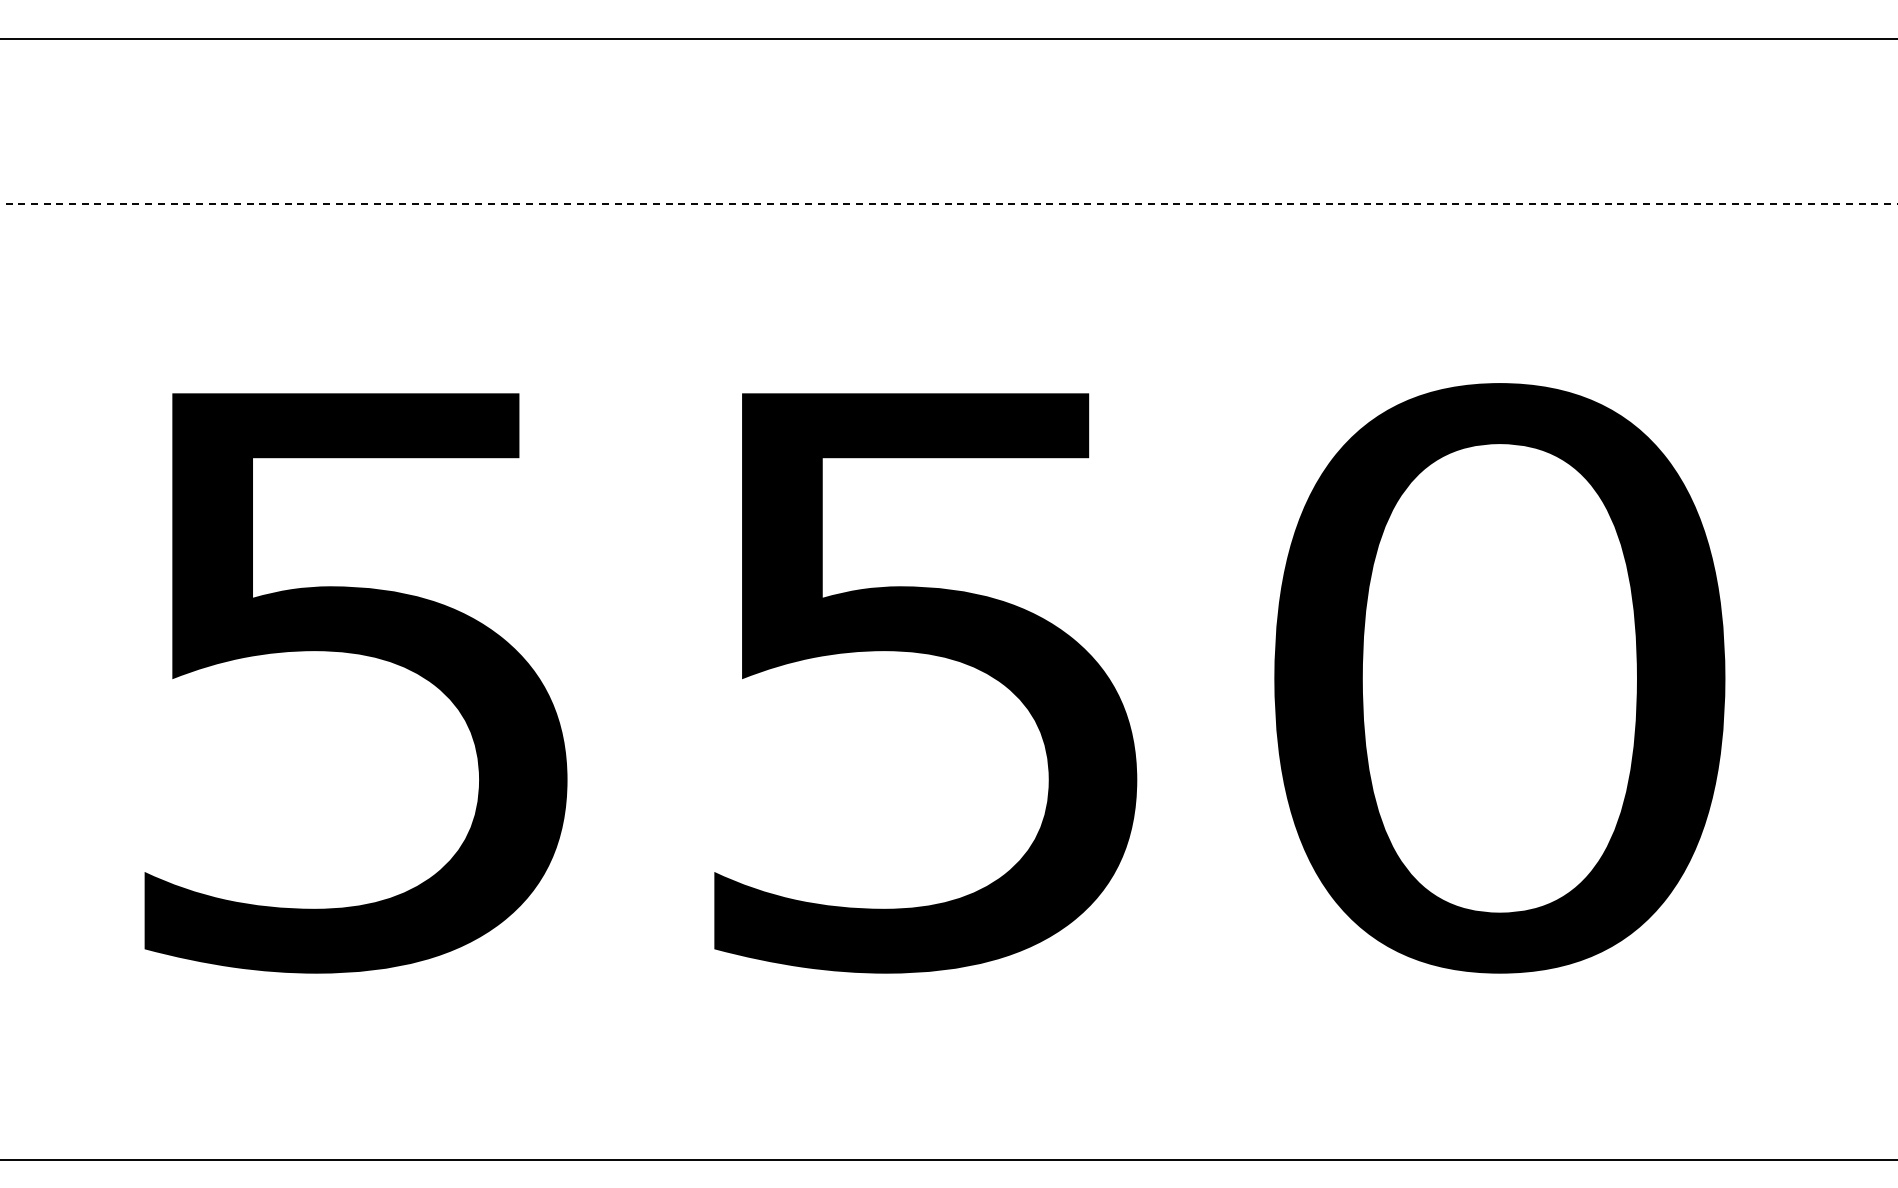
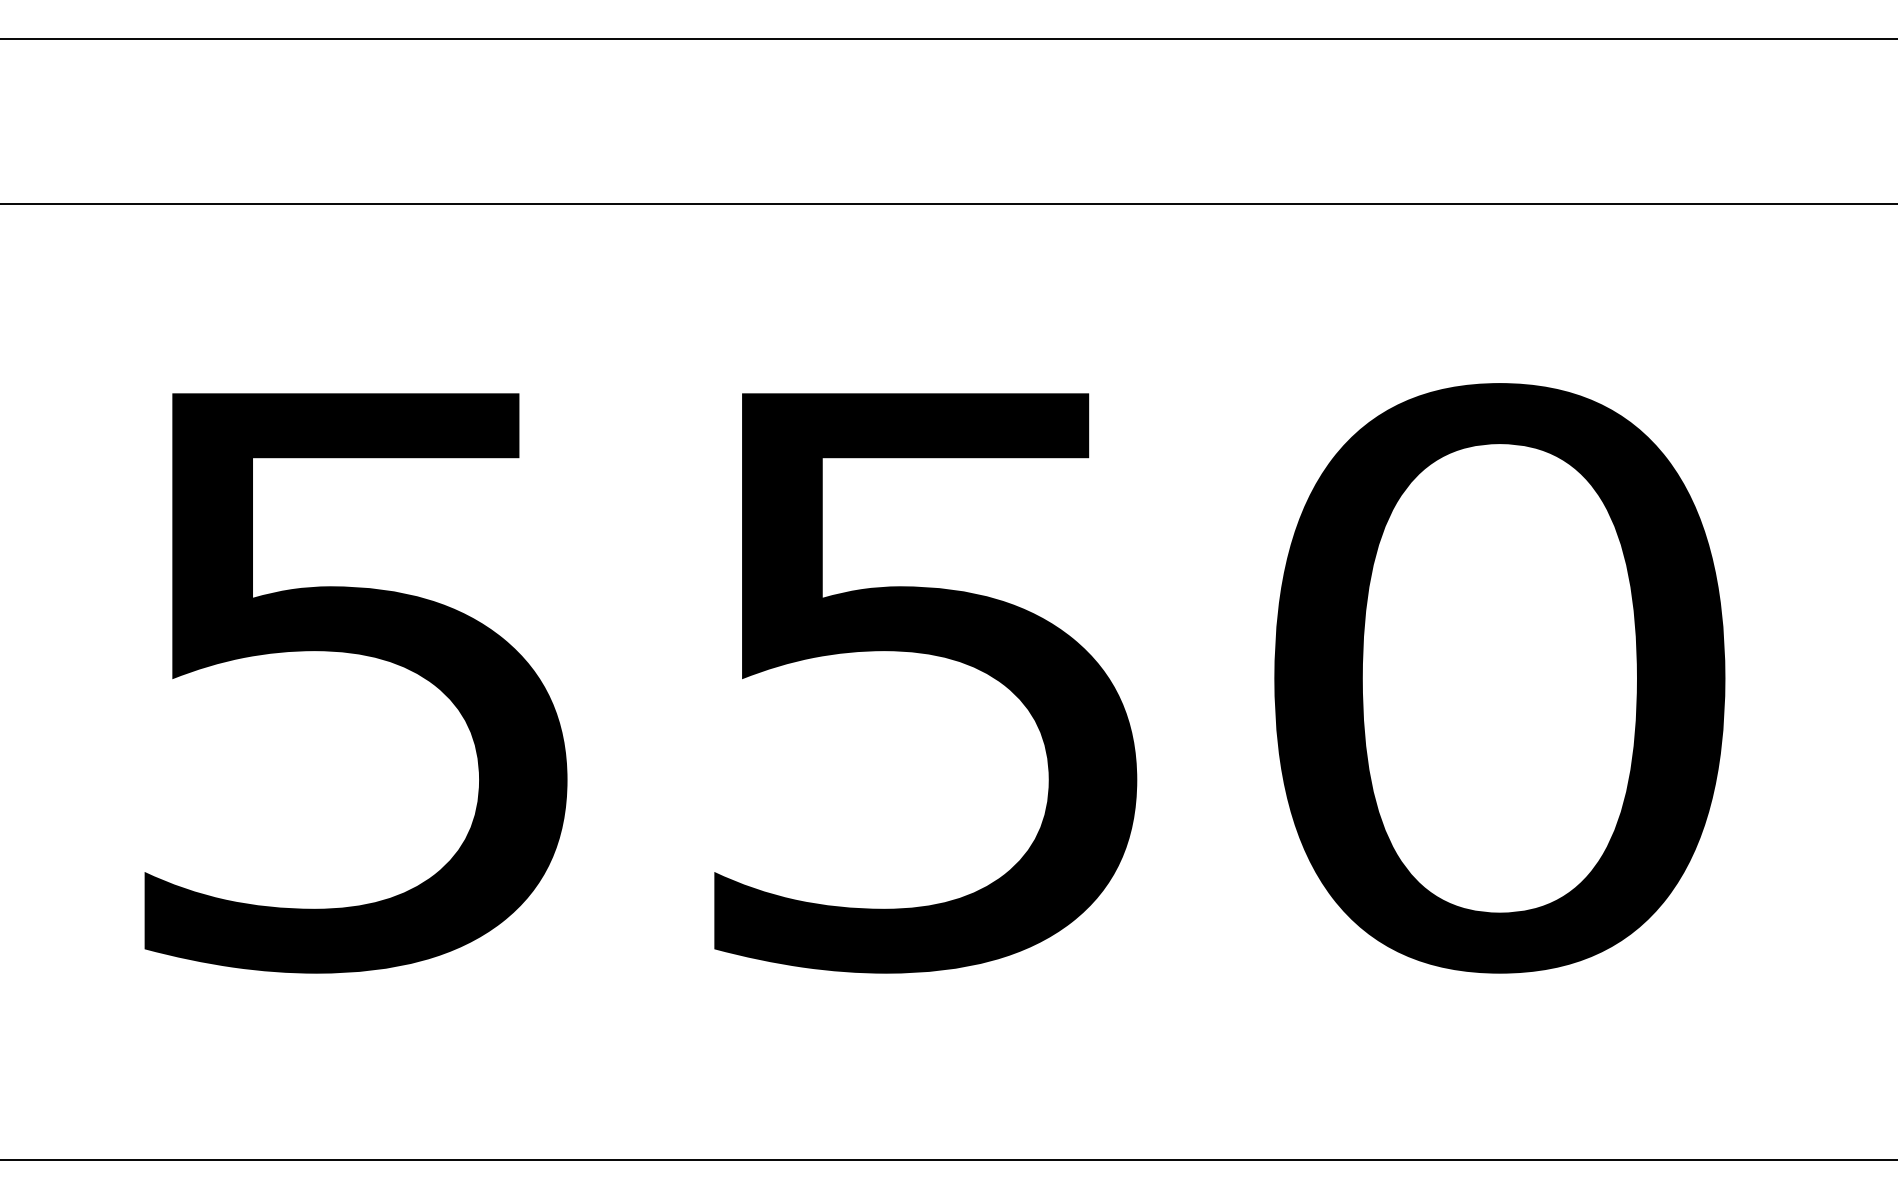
line at (949, 203): dashed -> solid
